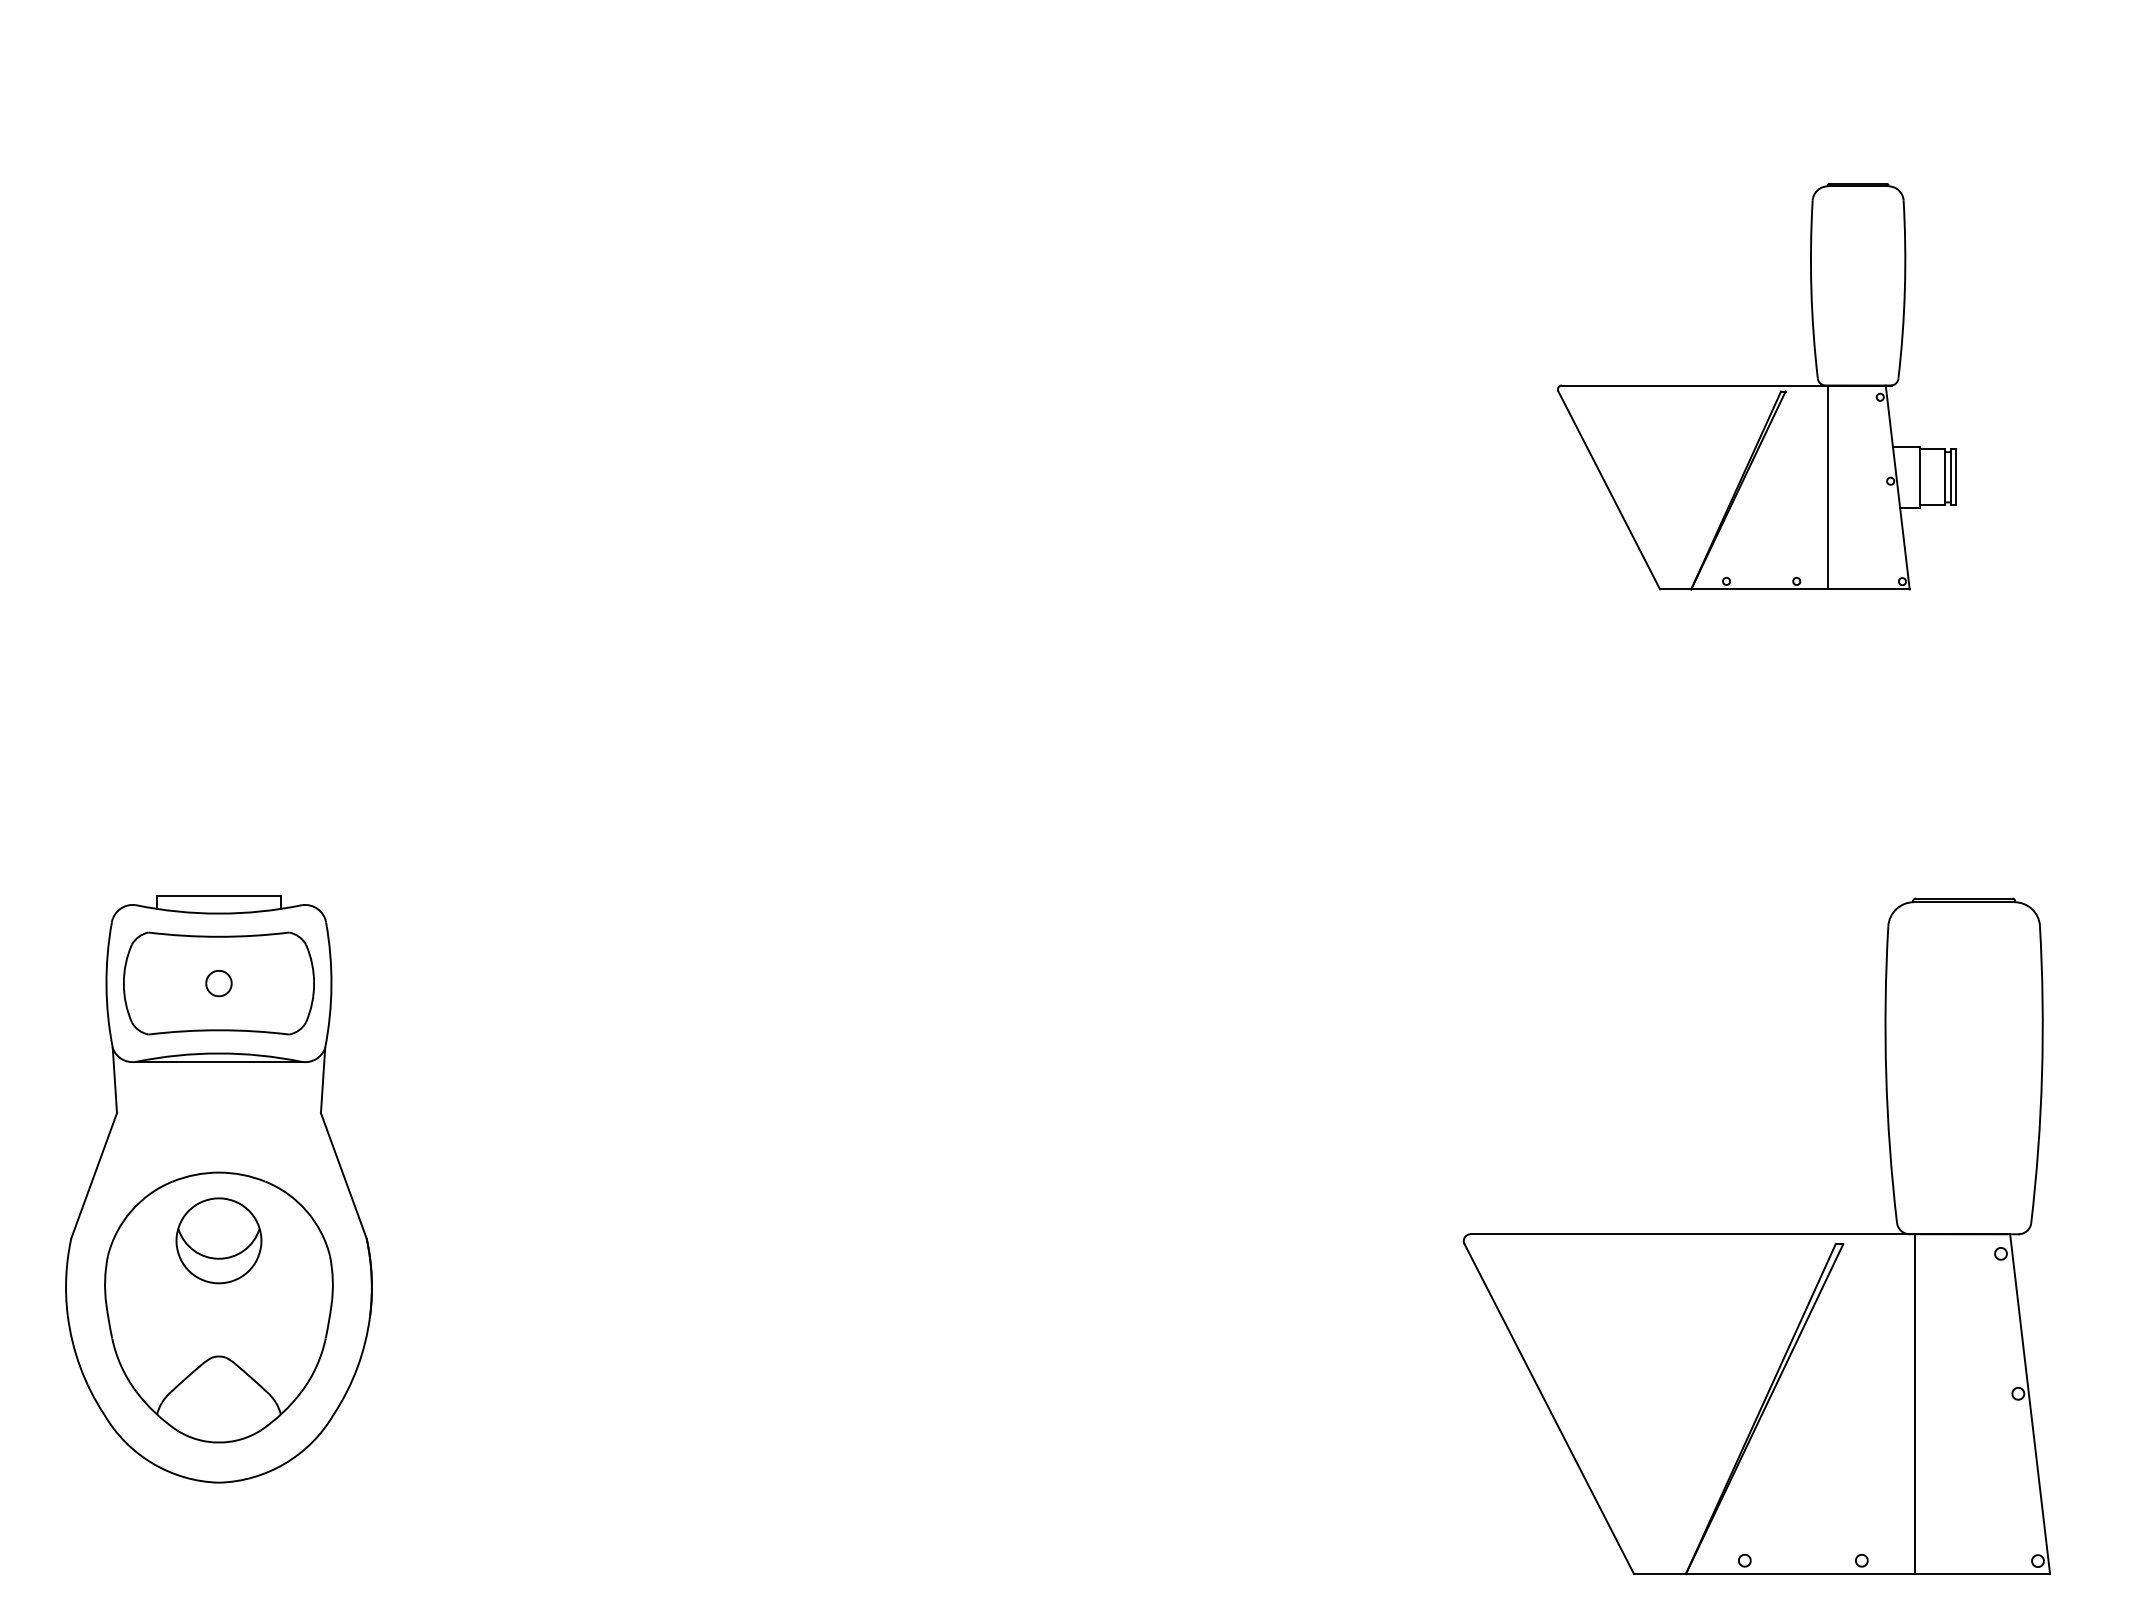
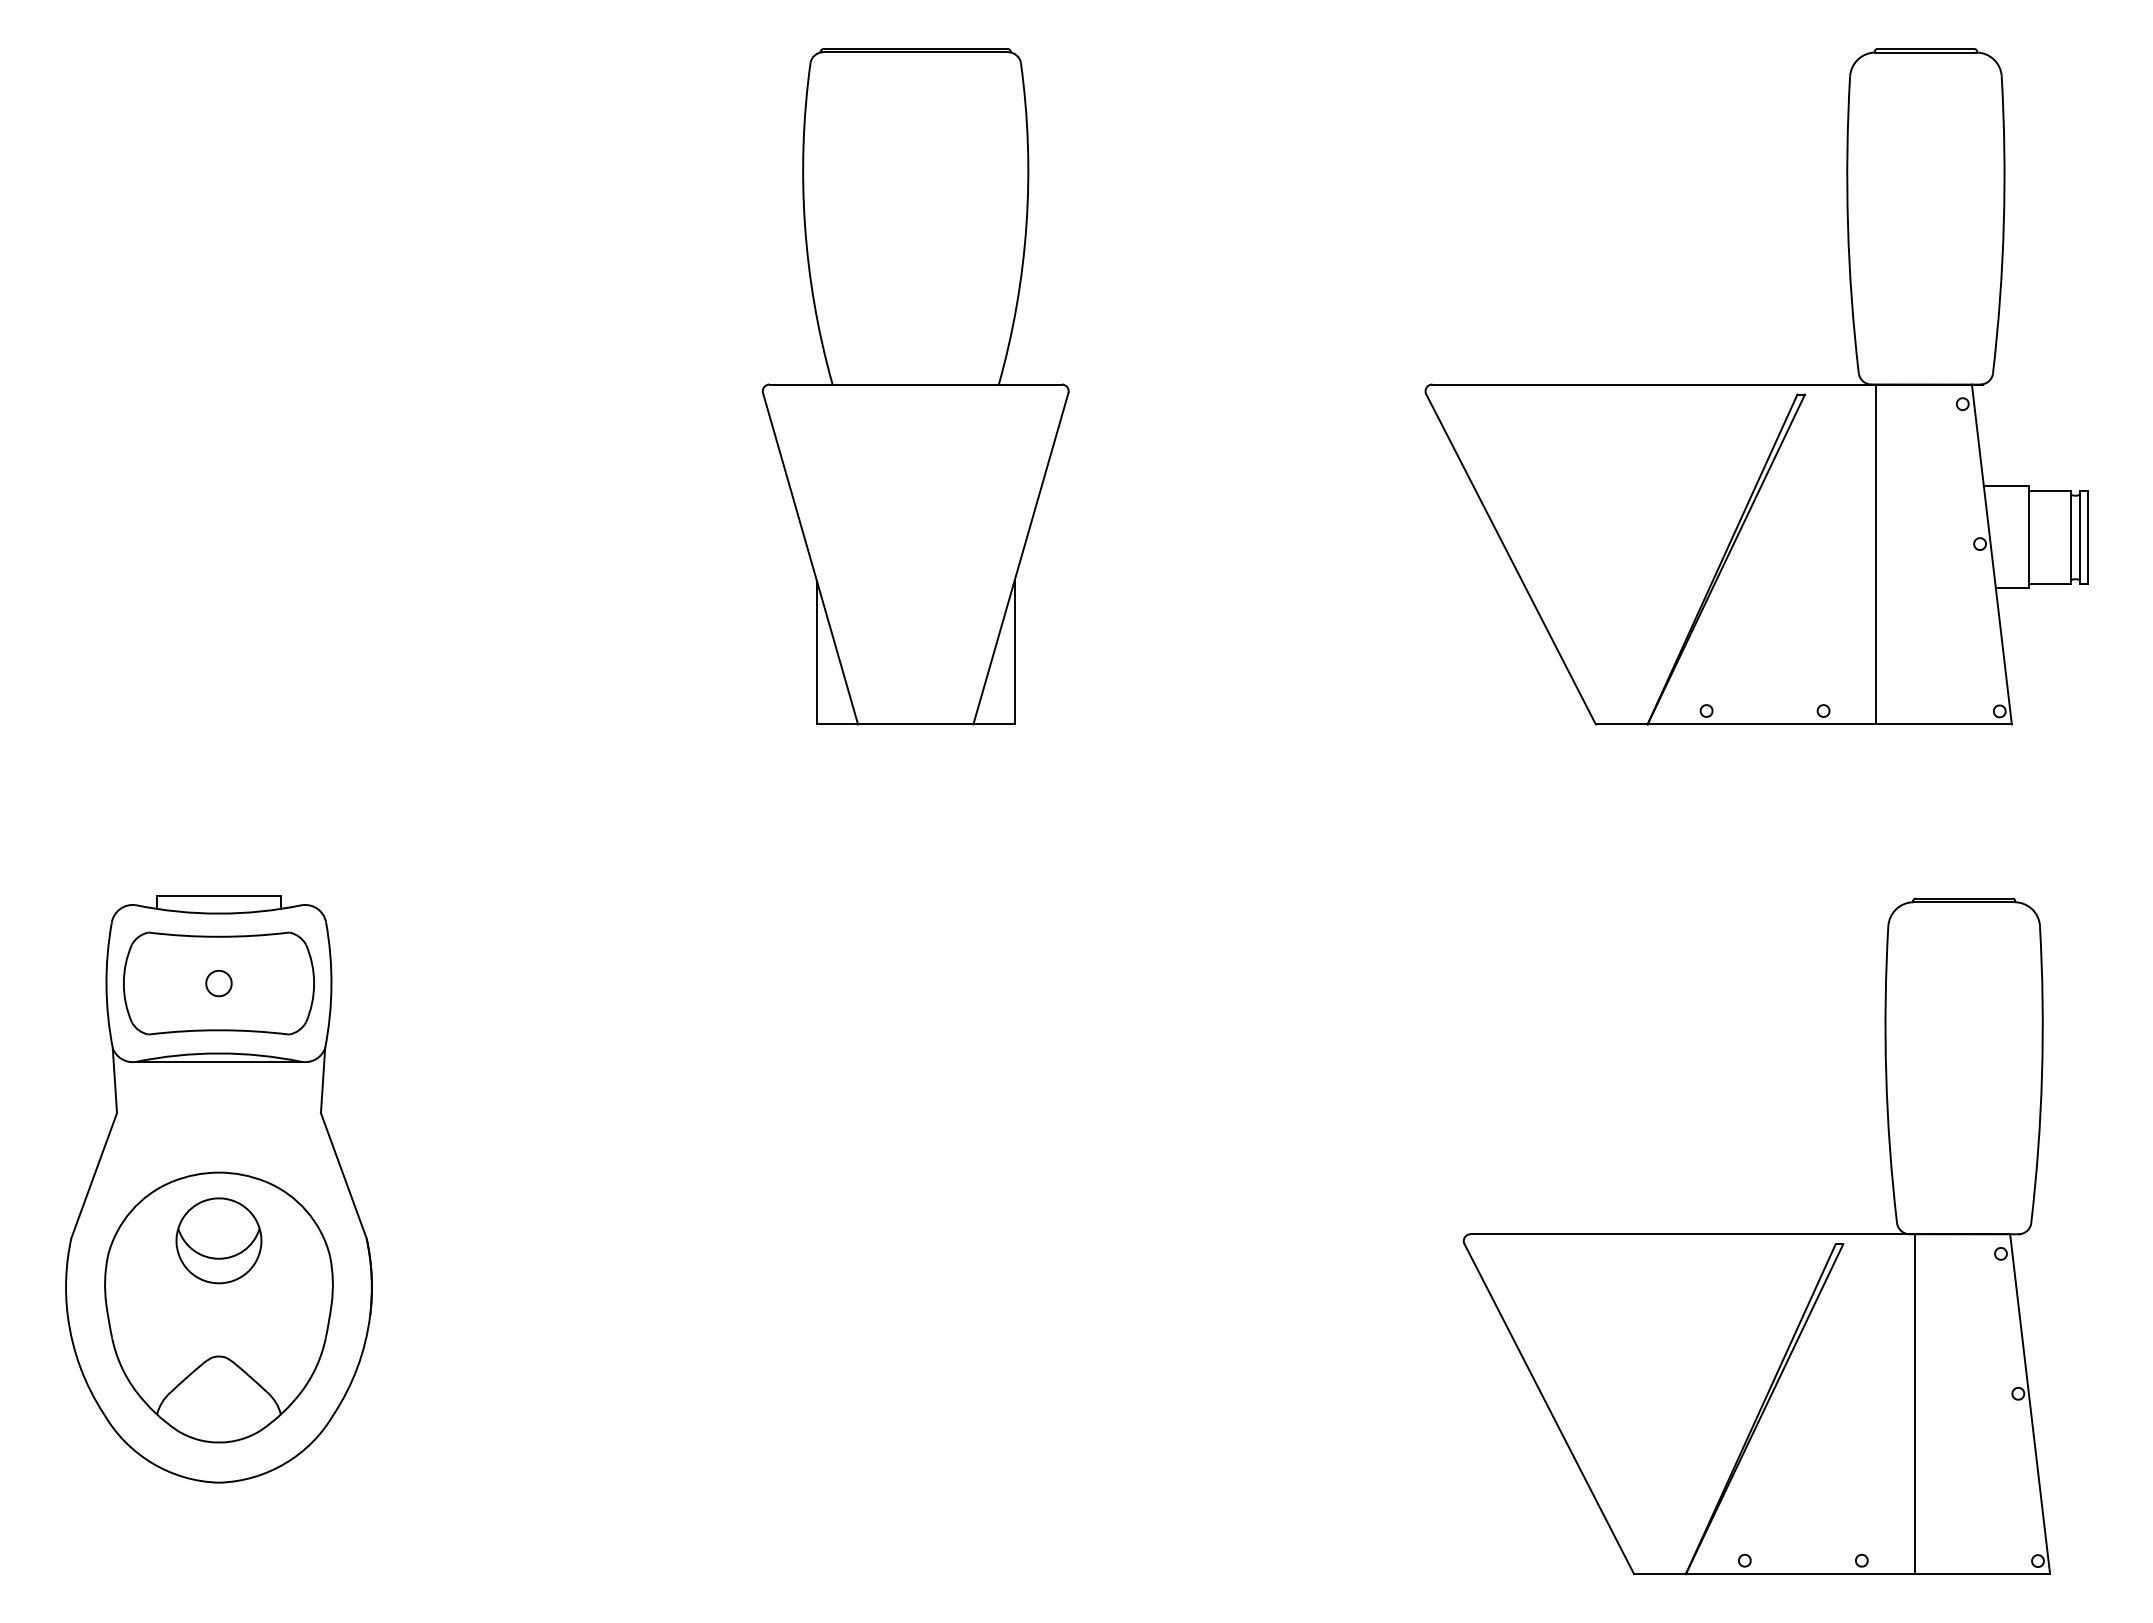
part at (915, 386): none -> present
part at (1756, 386) size: 400x408 px -> 665x678 px
